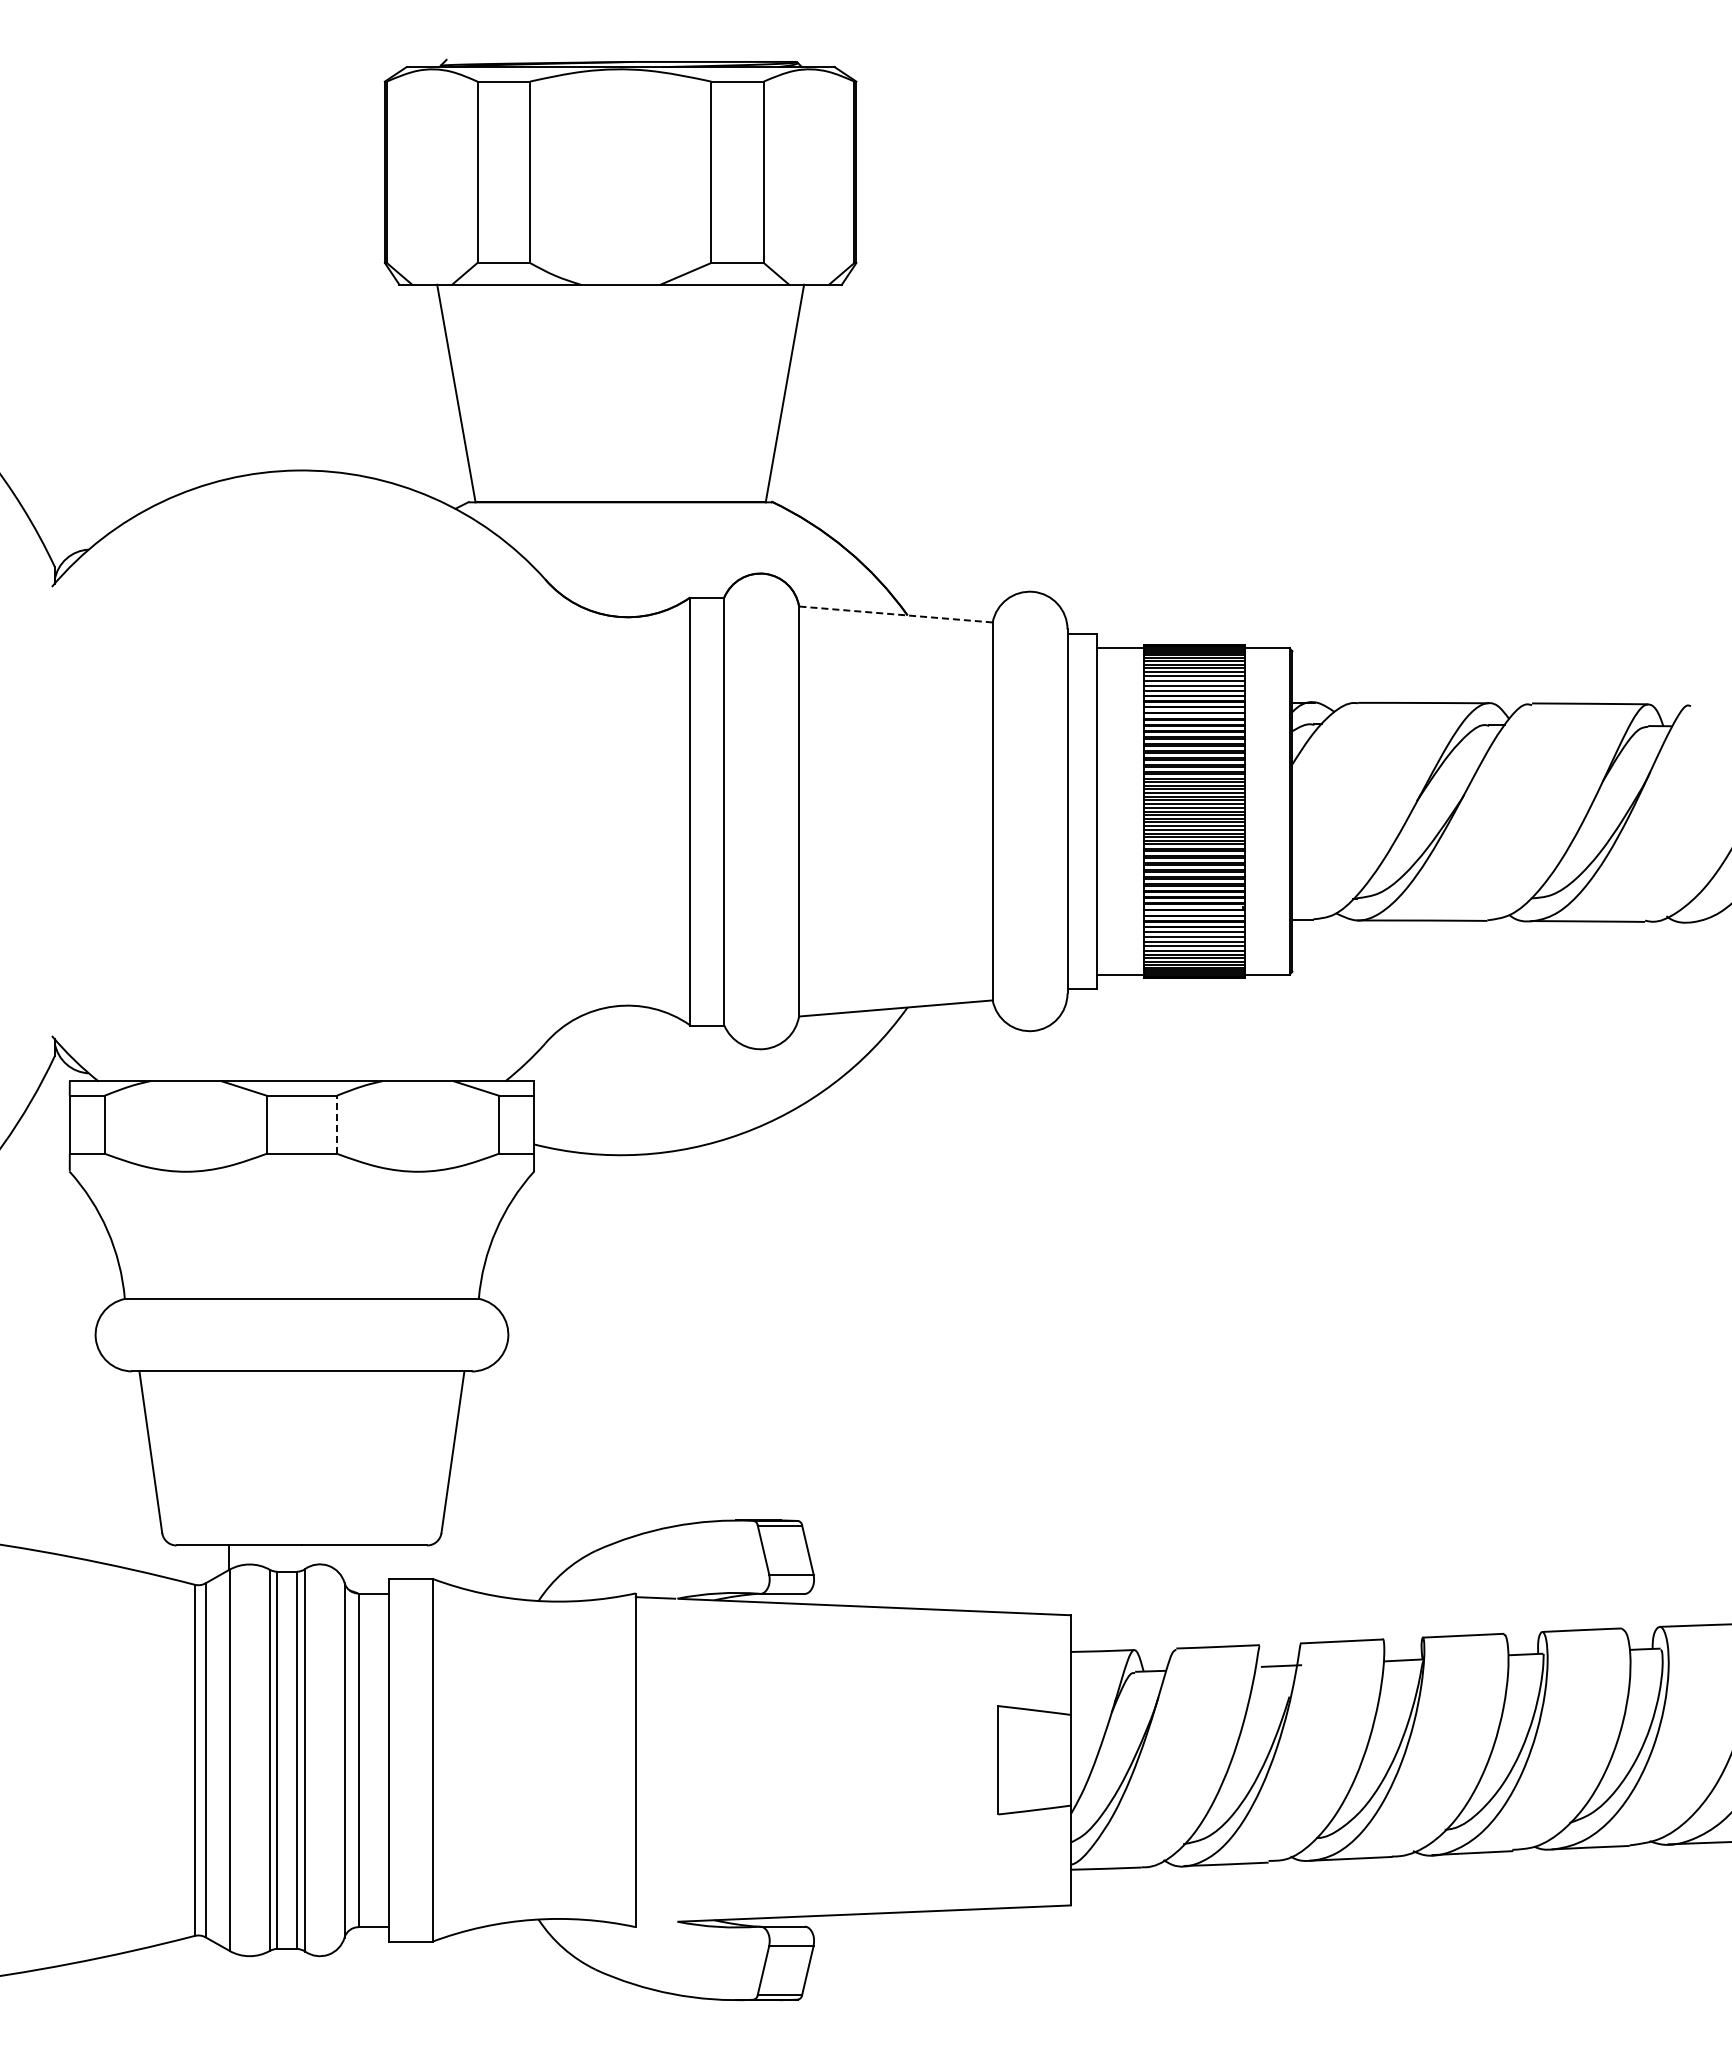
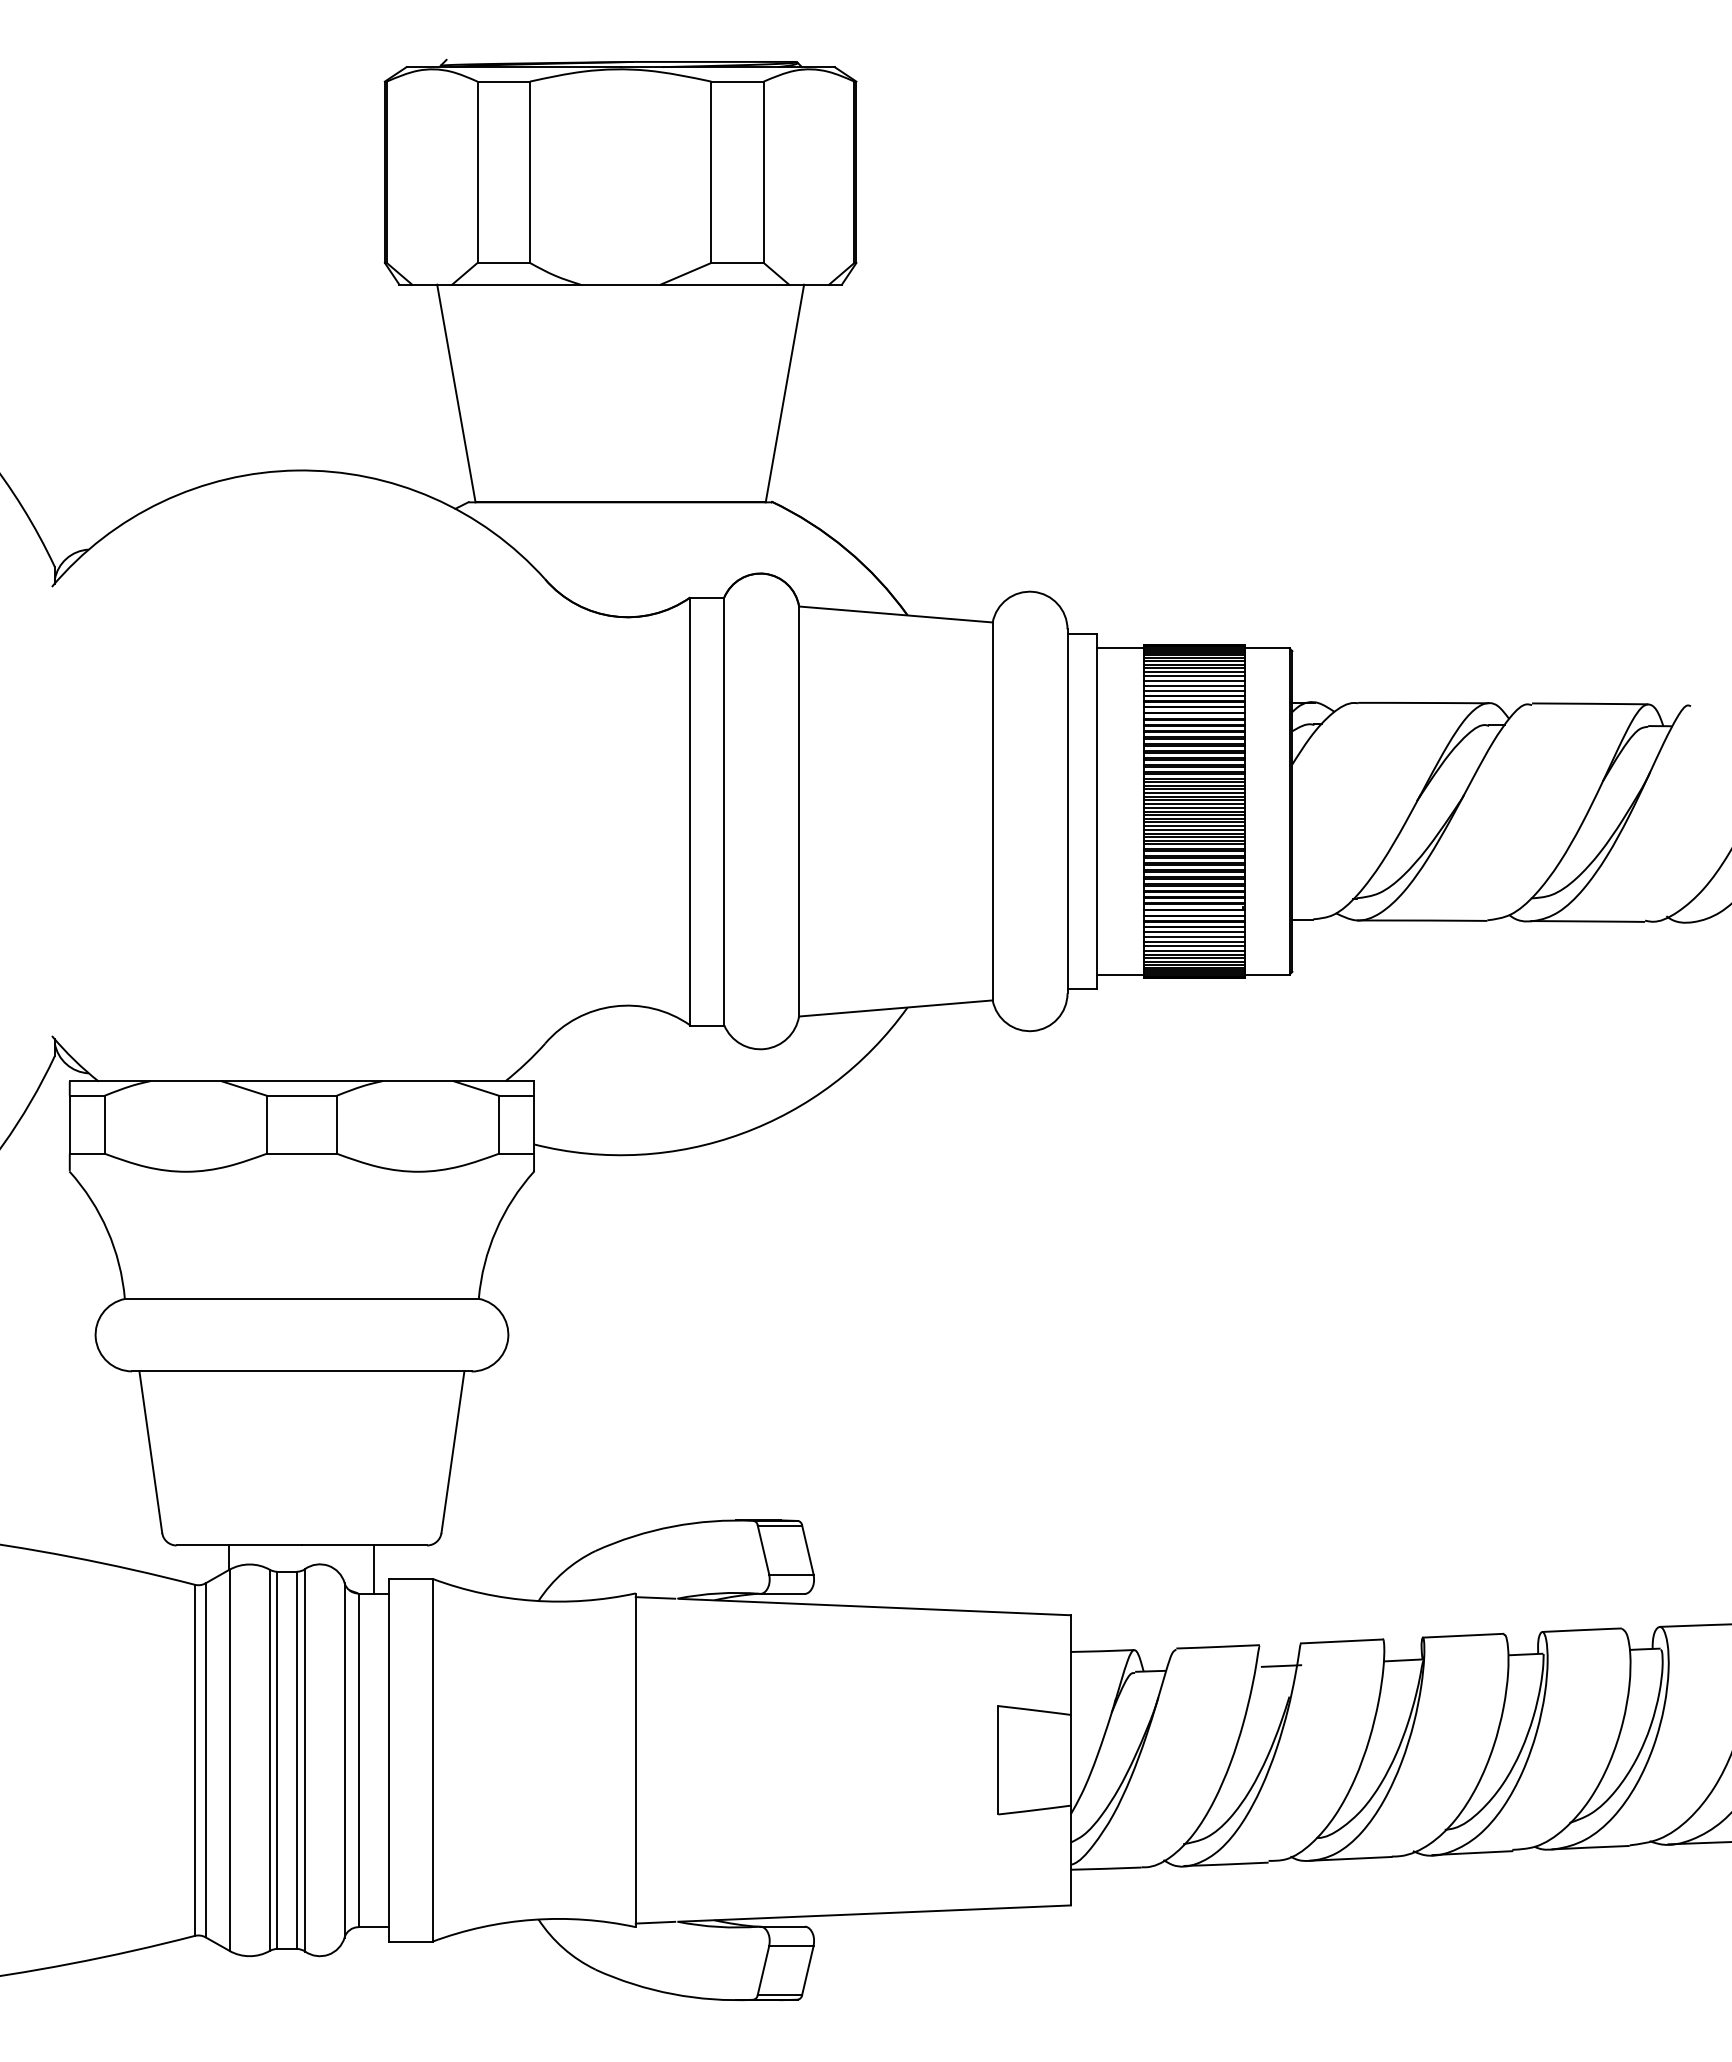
line at (895, 614): dashed -> solid
line at (336, 1124): dashed -> solid
line at (374, 1569): none -> present
line at (655, 1922): none -> present
